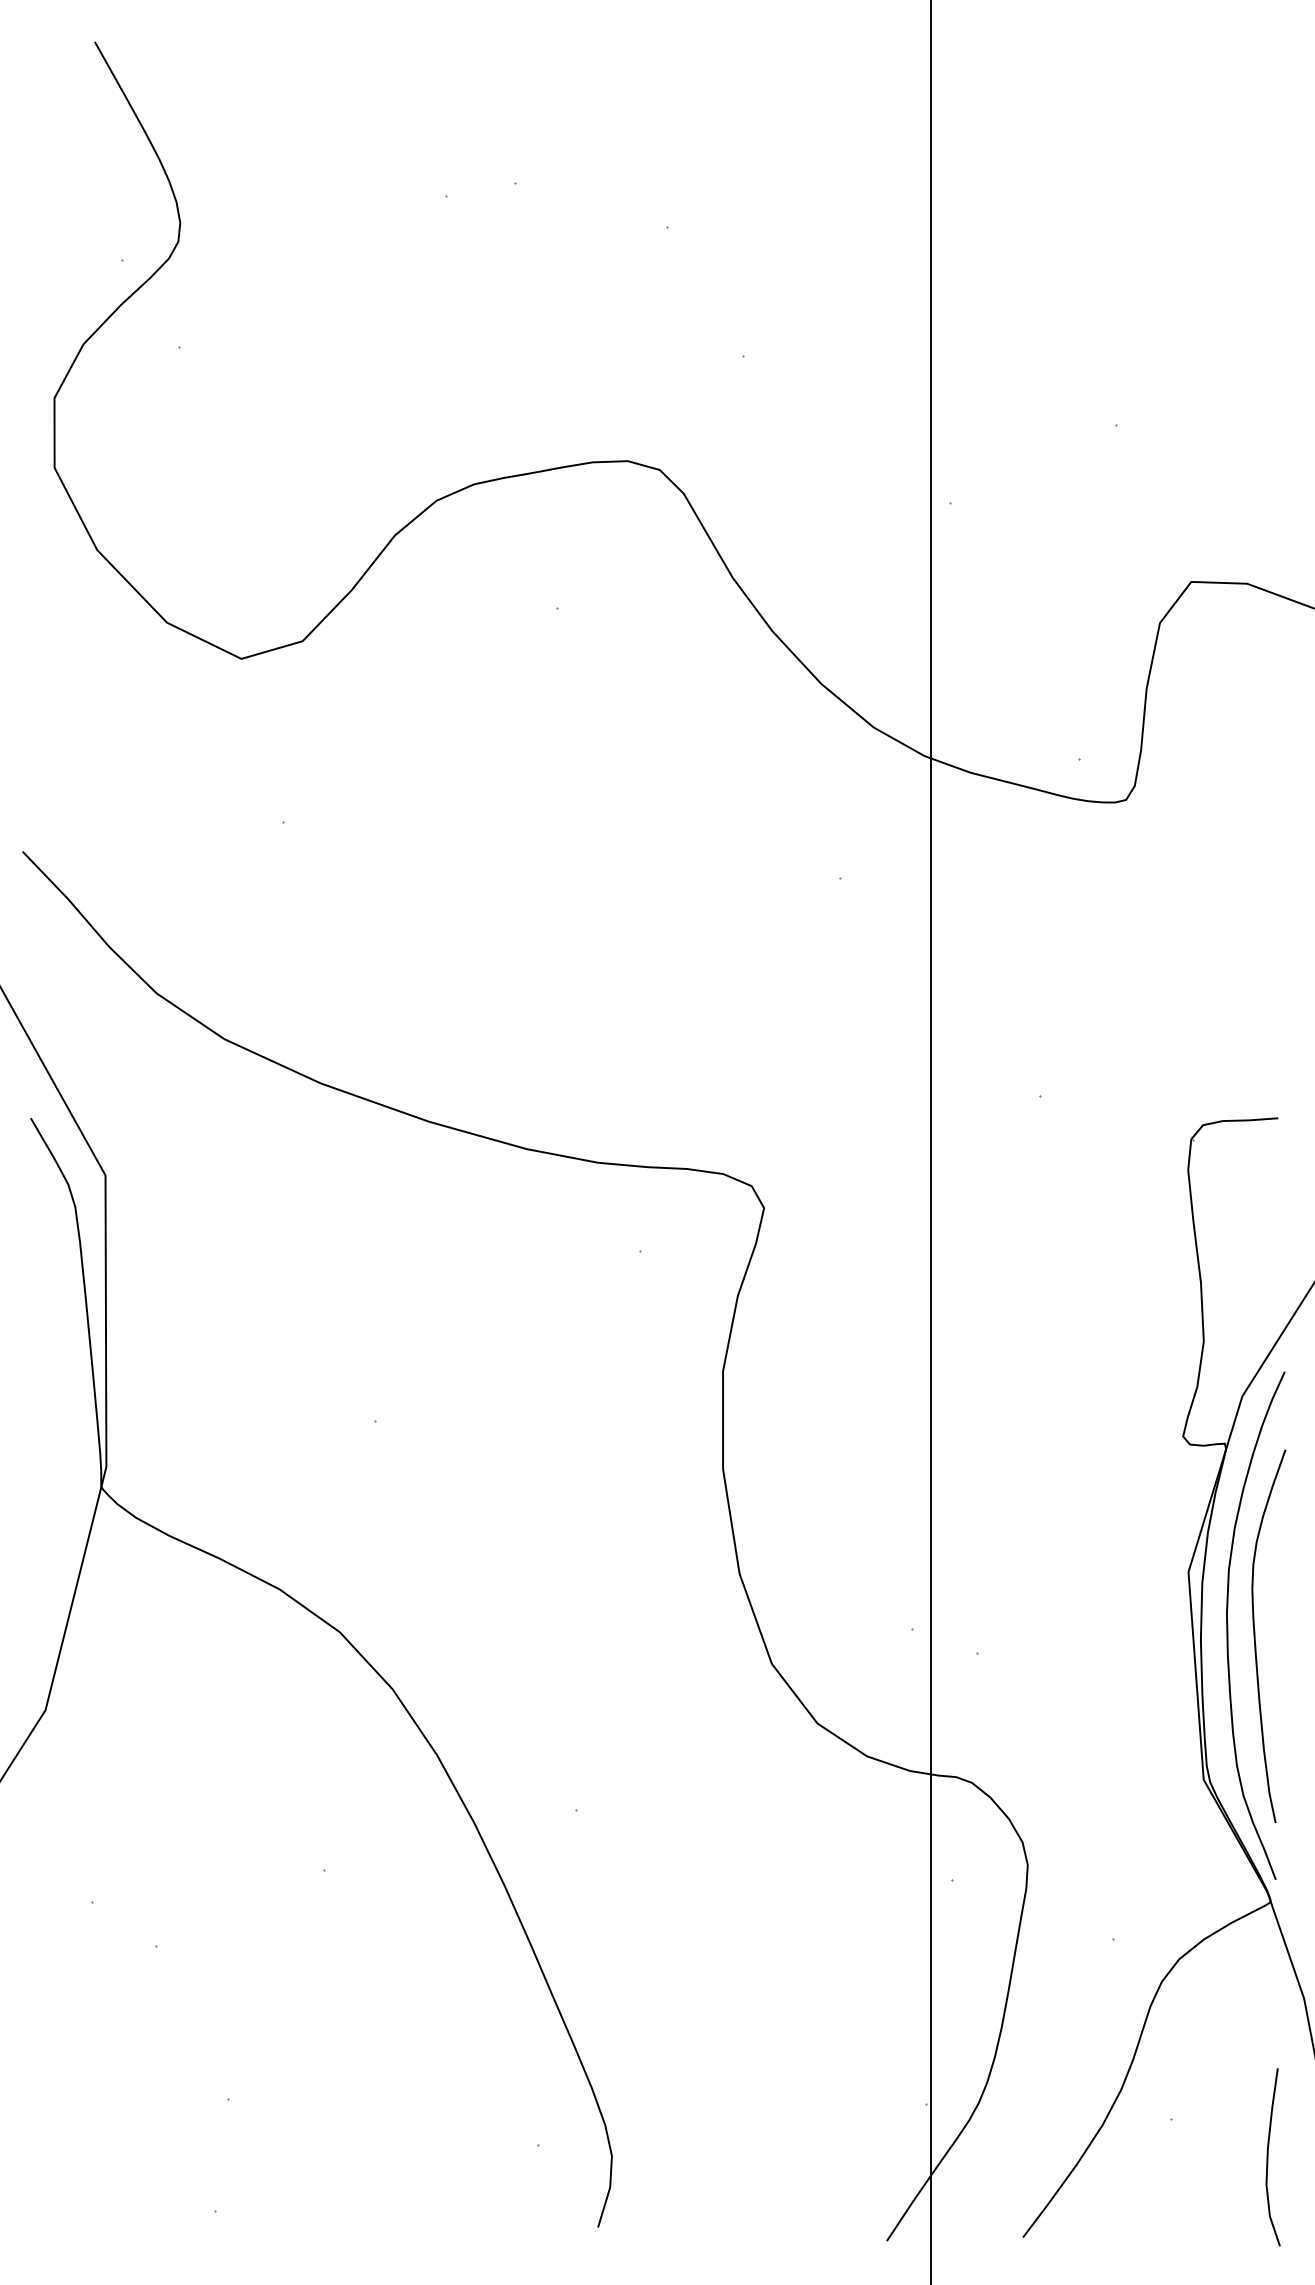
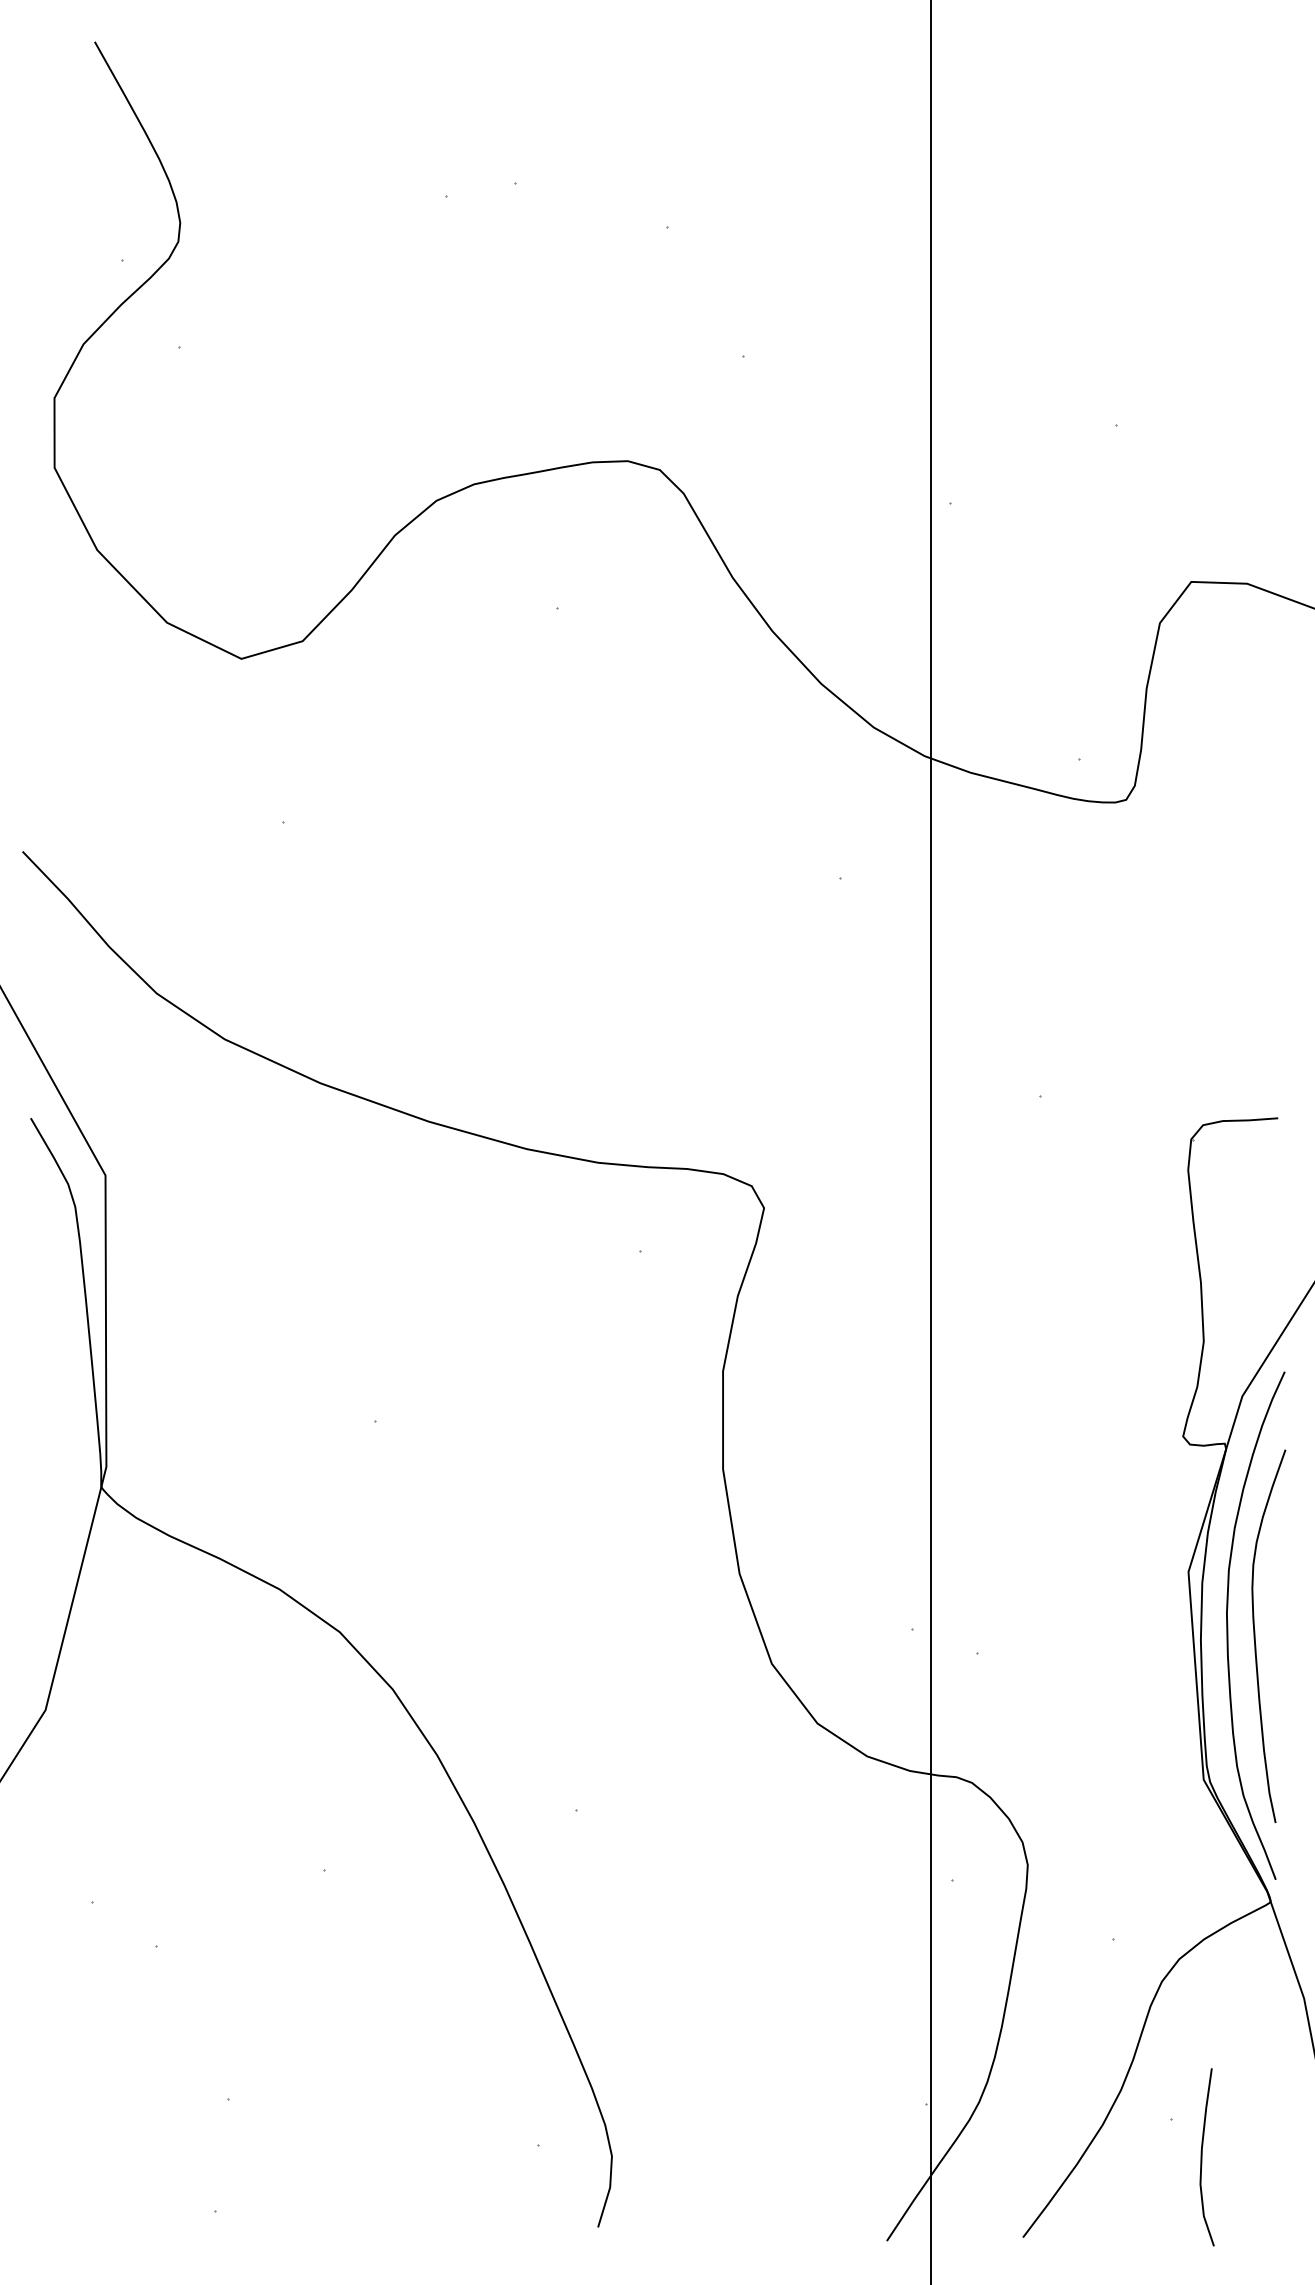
curve at (1268, 2157) position: (1268, 2157) -> (1202, 2157)
